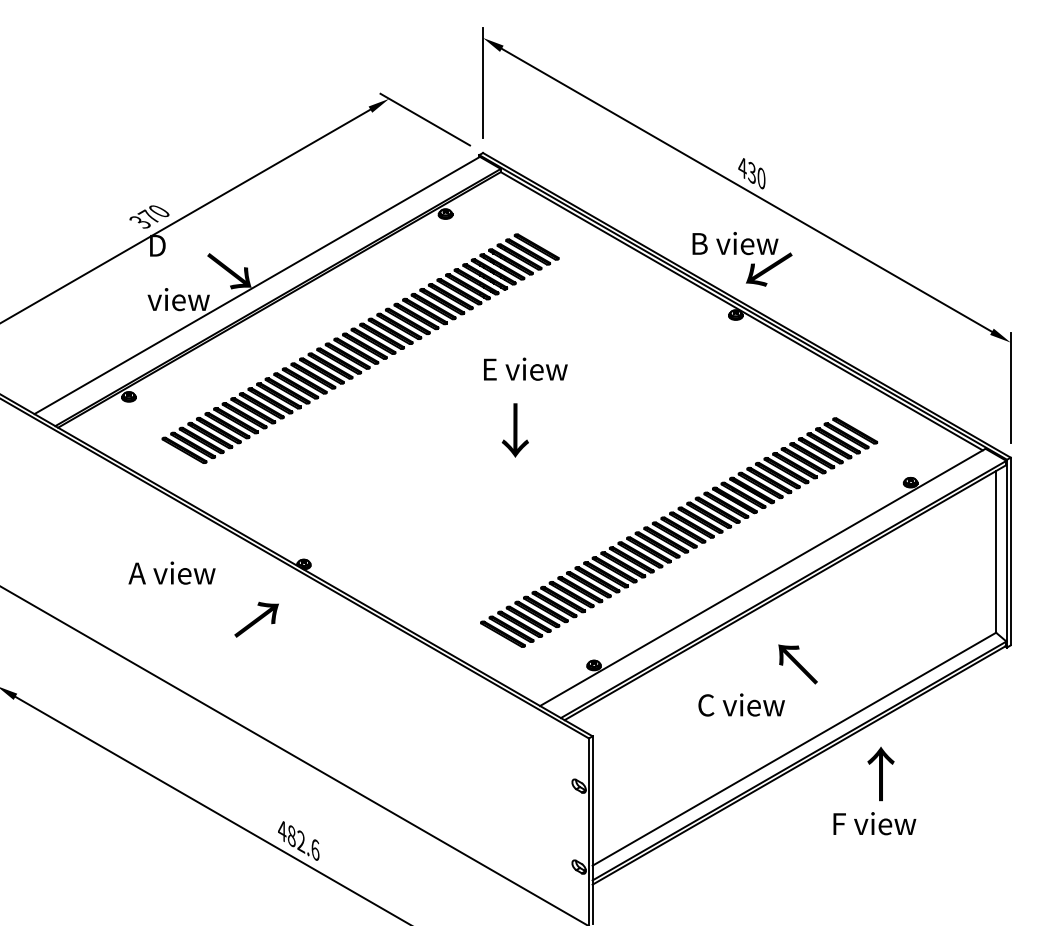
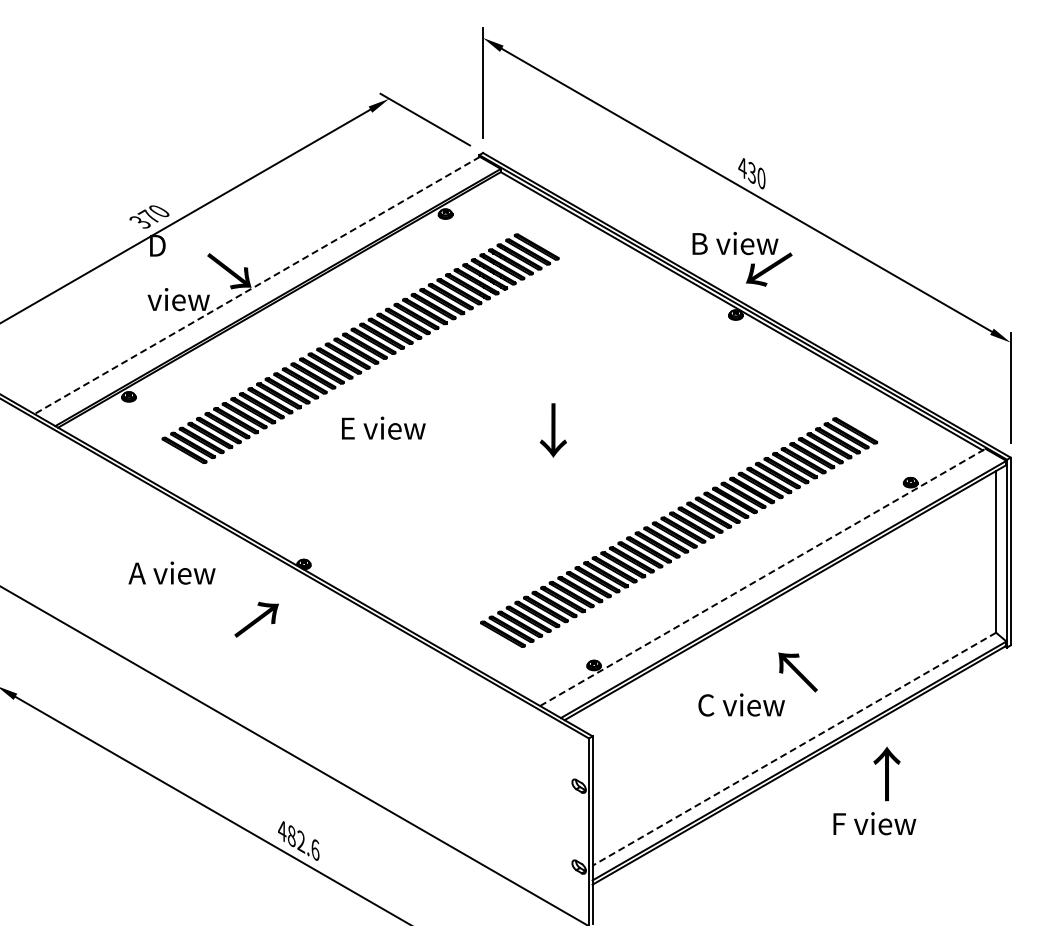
line at (256, 285): solid -> dashed
text at (525, 368) position: (525, 368) -> (383, 427)
text at (514, 430) position: (514, 430) -> (552, 430)
line at (763, 577): solid -> dashed
text at (797, 664) position: (797, 664) -> (797, 672)
line at (794, 749): solid -> dashed
text at (880, 773) position: (880, 773) -> (886, 773)
